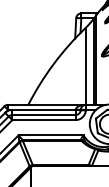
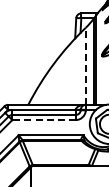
line at (85, 65): solid -> dashed
line at (44, 120): solid -> dashed
